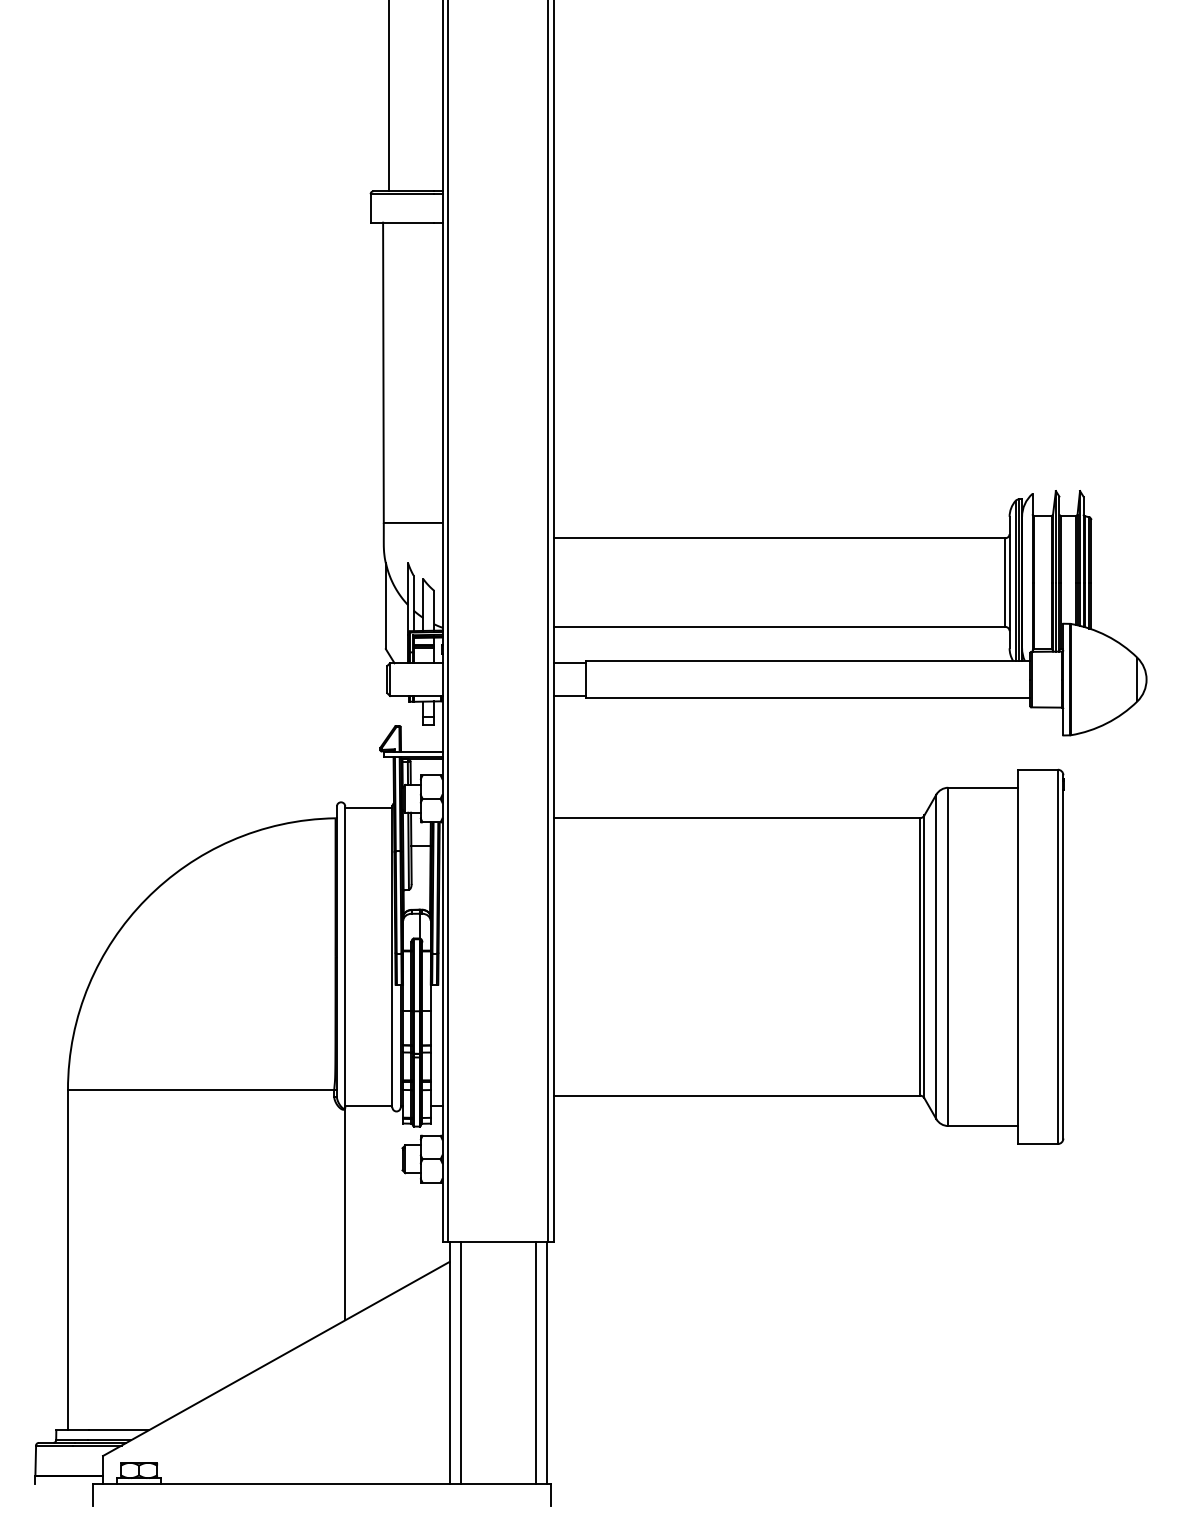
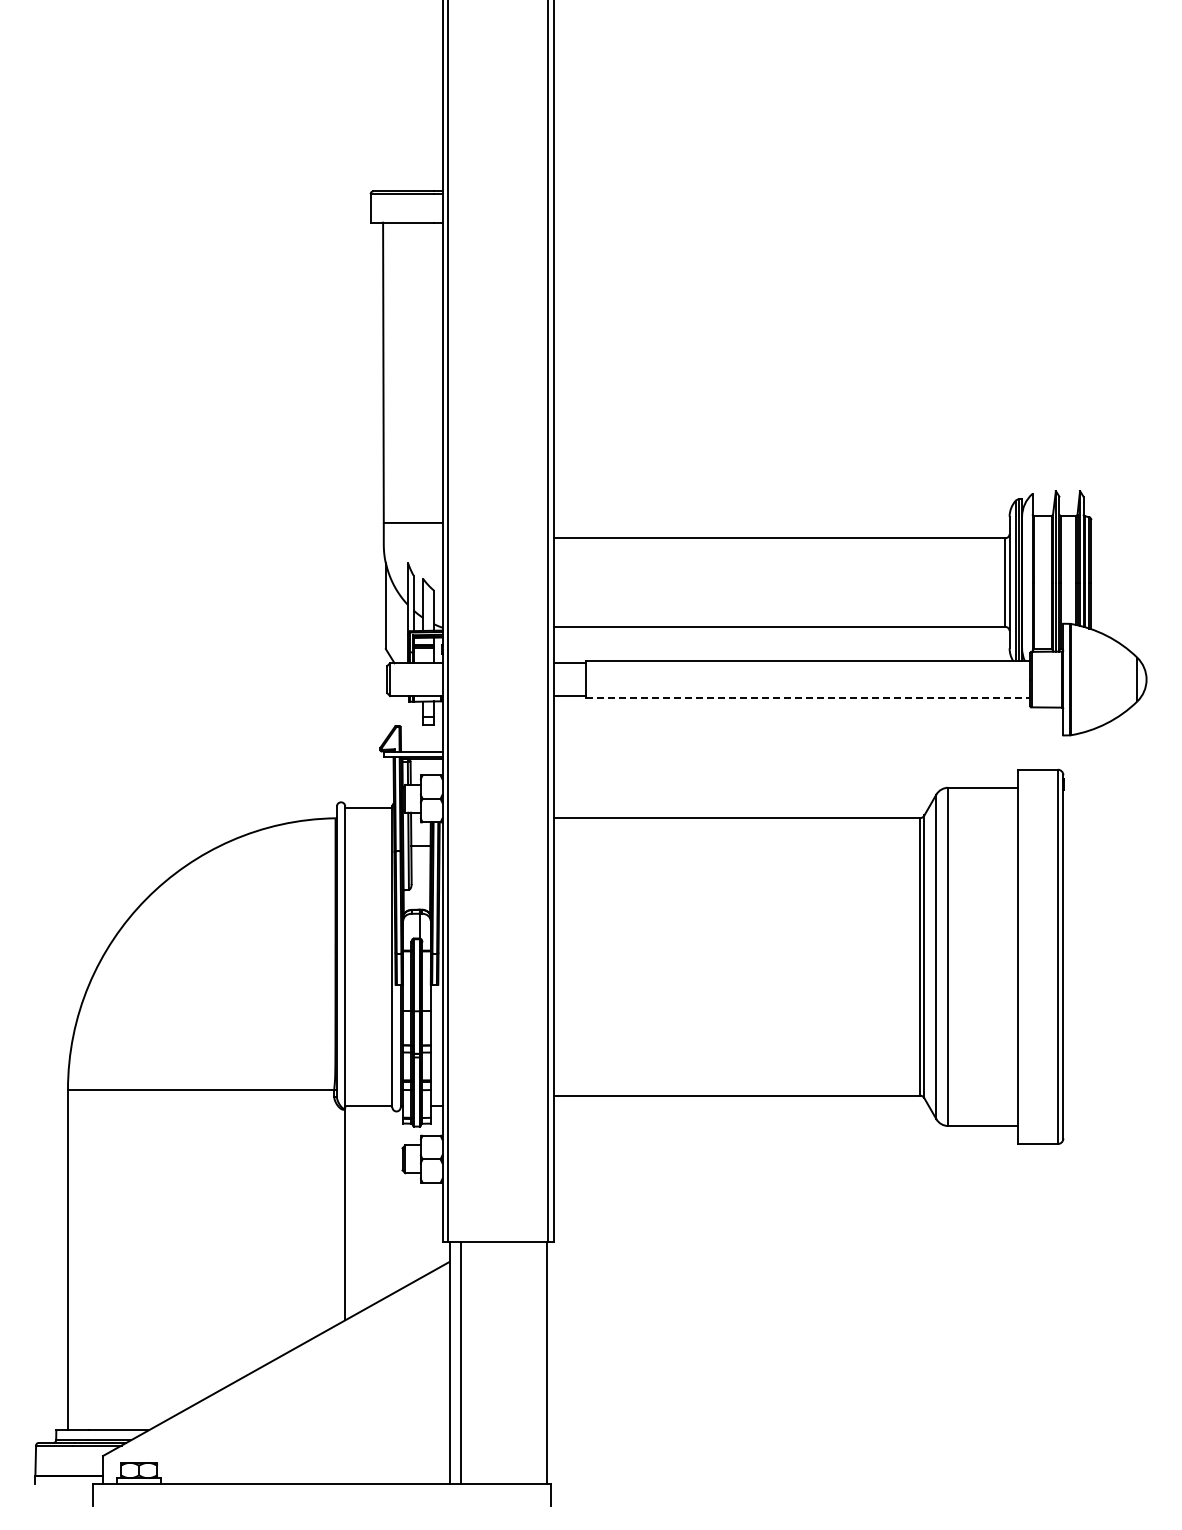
line at (389, 96): present -> none
line at (808, 698): solid -> dashed
line at (535, 1362): present -> none
